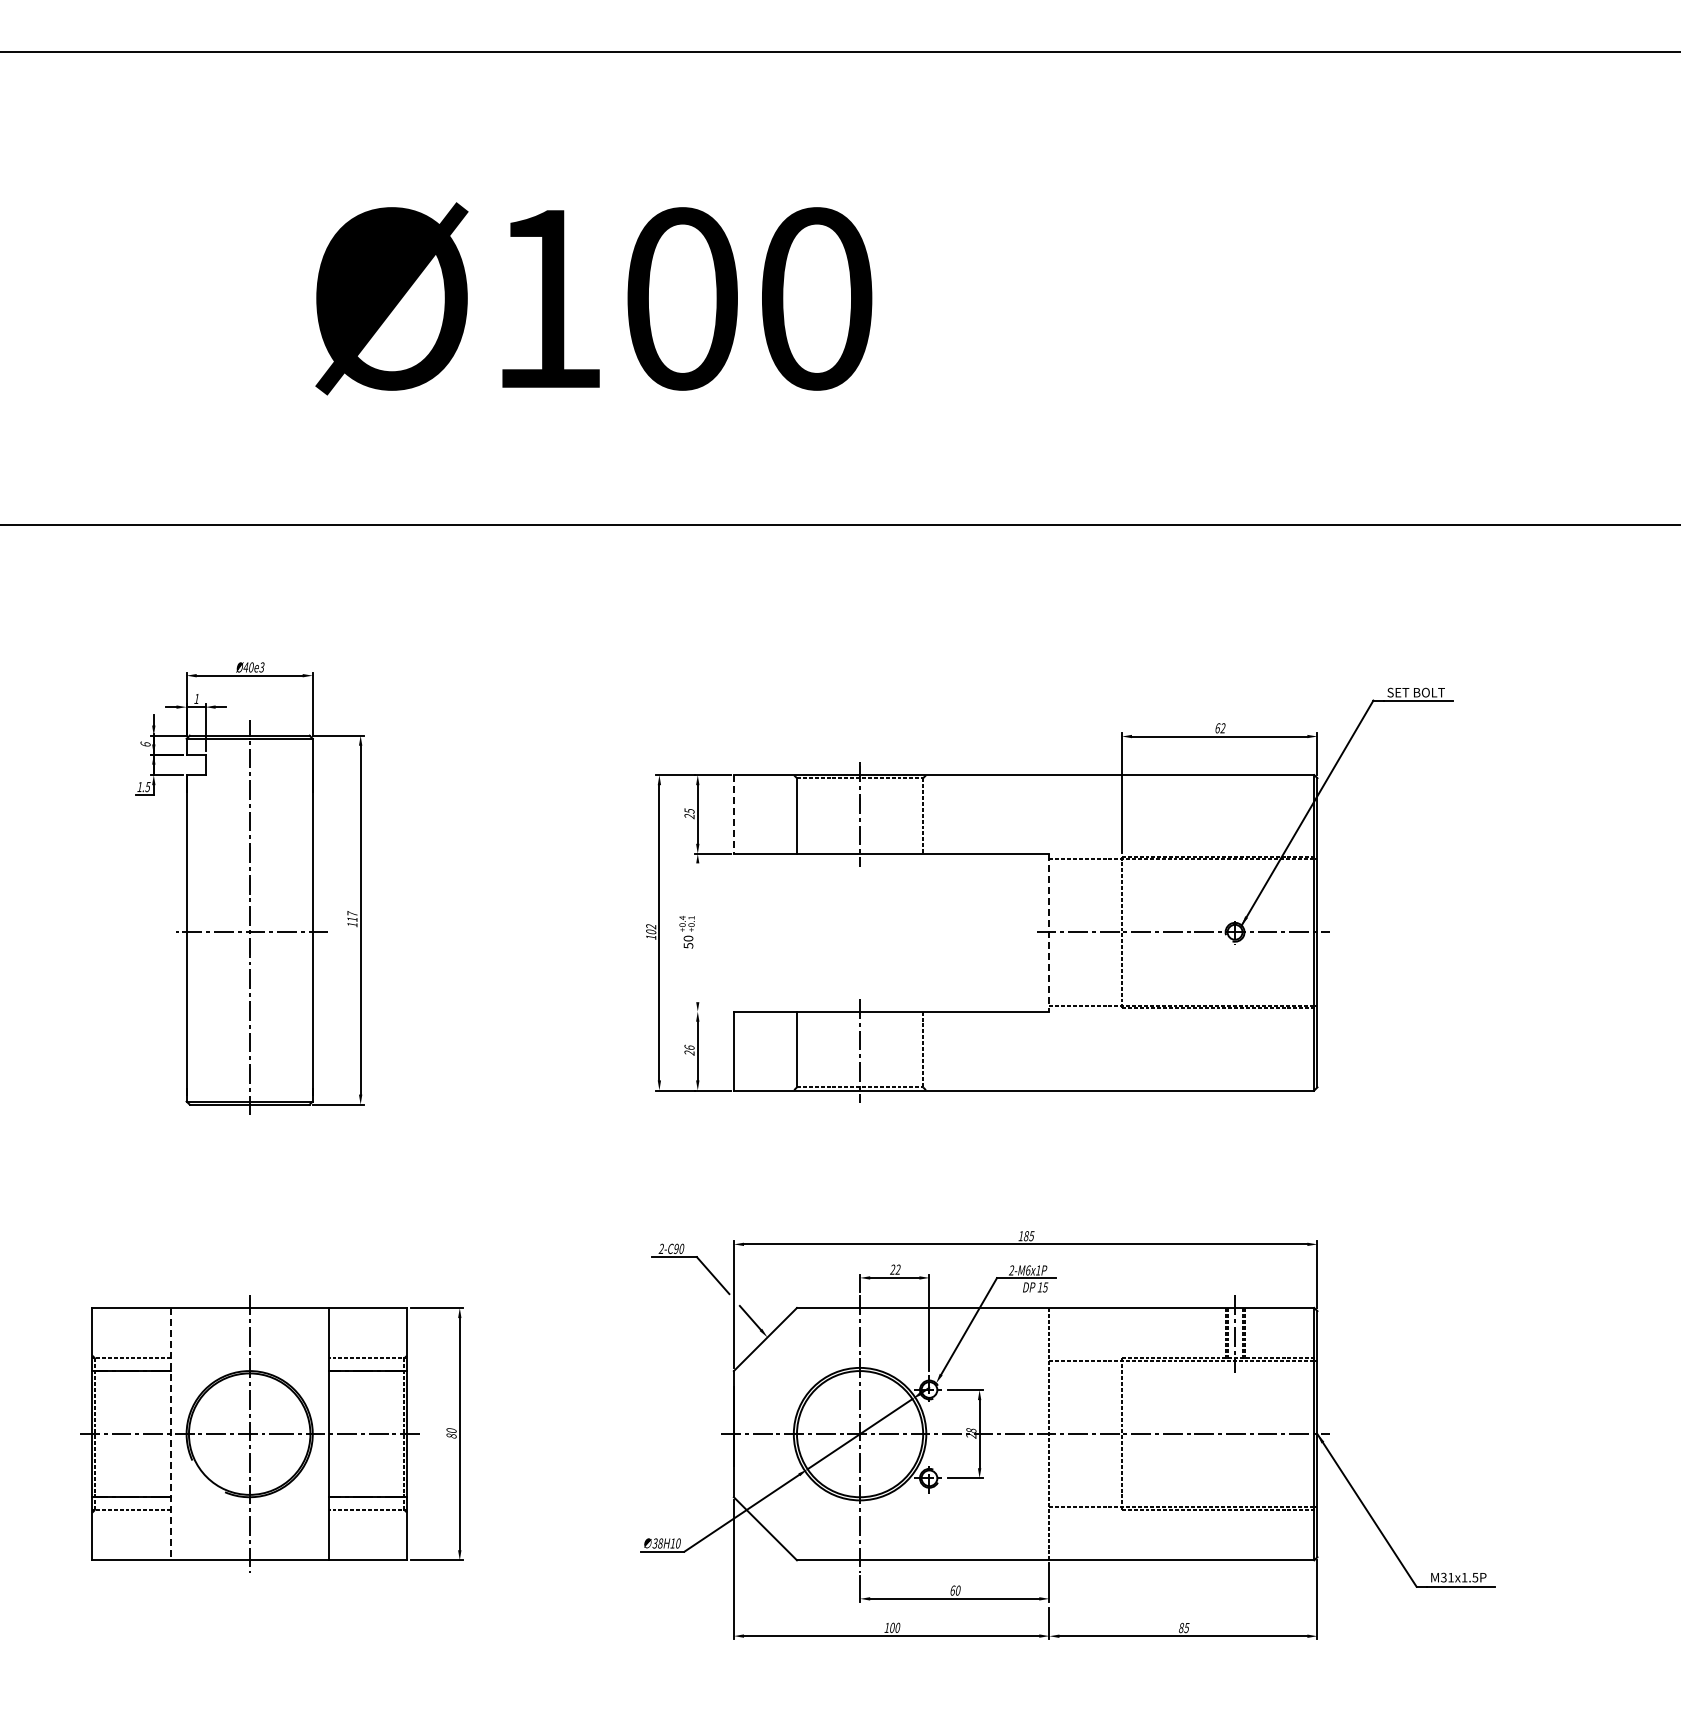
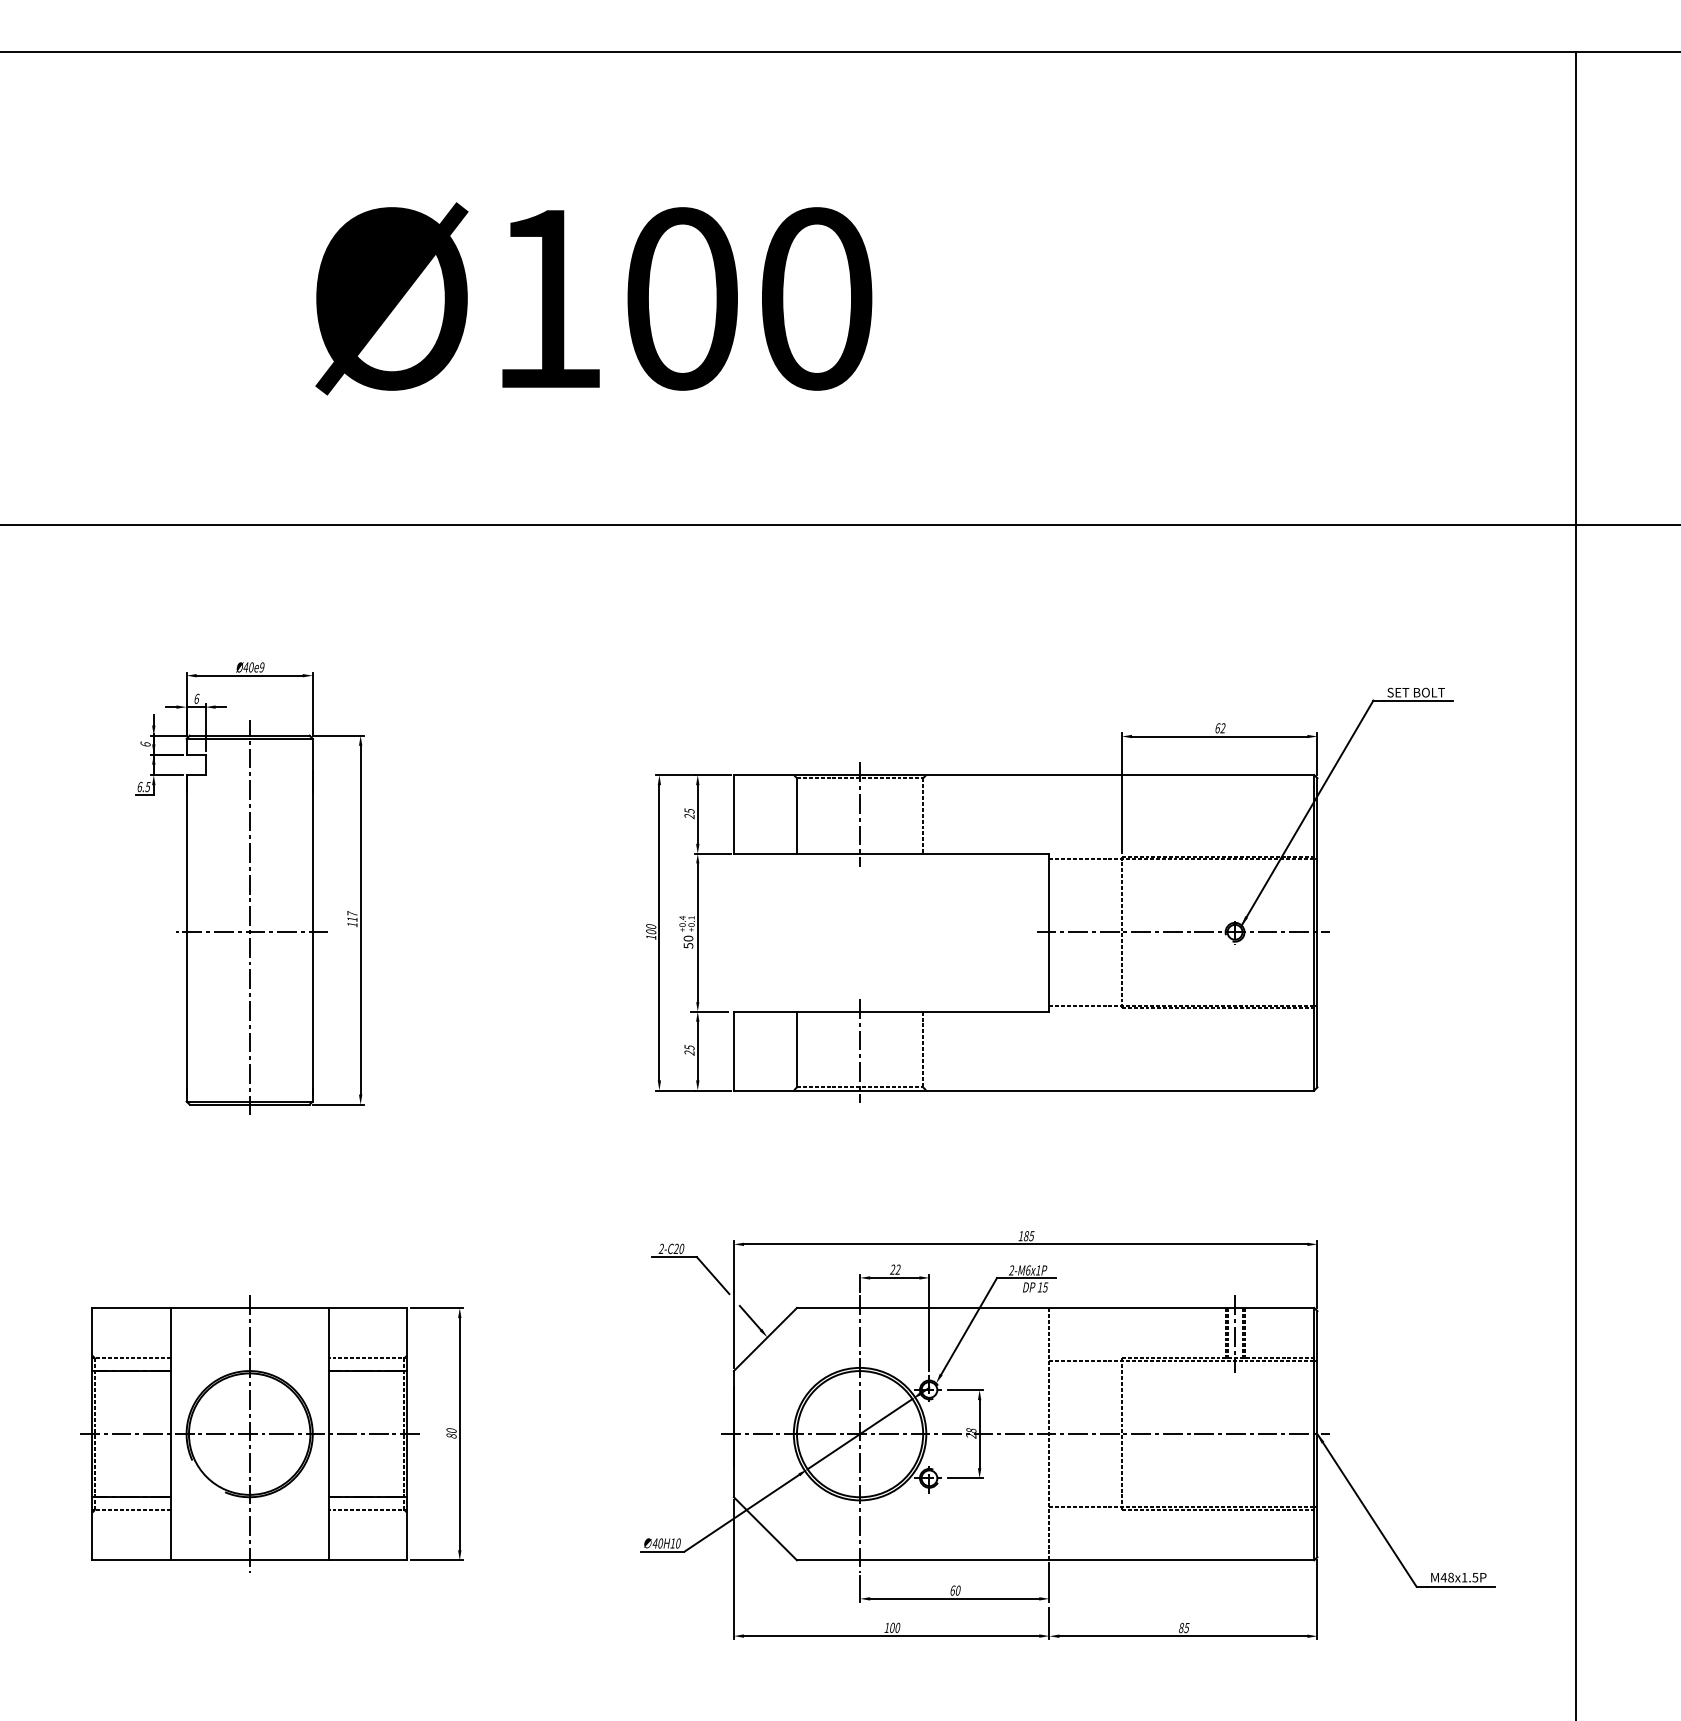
text at (261, 667): Ø40e3 -> Ø40e9
text at (196, 698): 1 -> 6
text at (139, 786): 1.5 -> 6.5
line at (733, 815): dashed -> solid
line at (1576, 884): none -> present
text at (651, 926): 102 -> 100
line at (697, 932): none -> present
line at (1049, 932): dashed -> solid
line at (709, 1011): none -> present
text at (689, 1047): 26 -> 25
text at (675, 1249): 2-C90 -> 2-C20
line at (170, 1434): dashed -> solid
text at (657, 1543): 38H10 -> 40H10
text at (1446, 1577): M31x1.5P -> M48x1.5P
